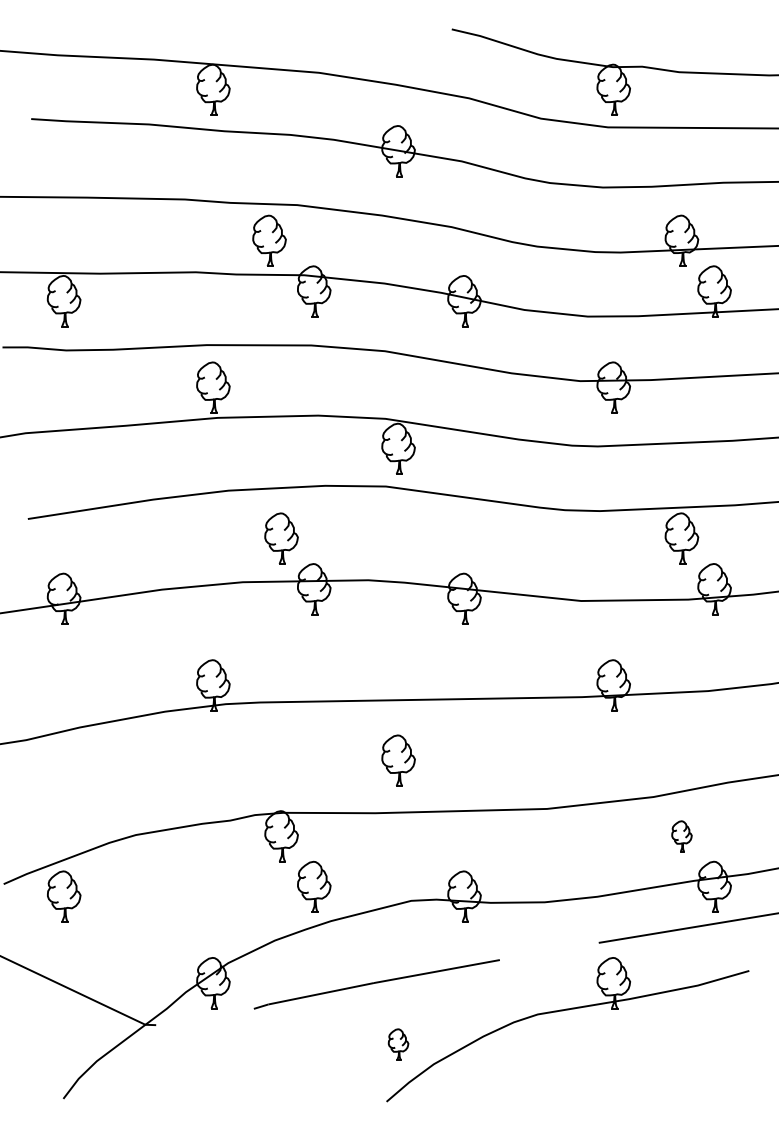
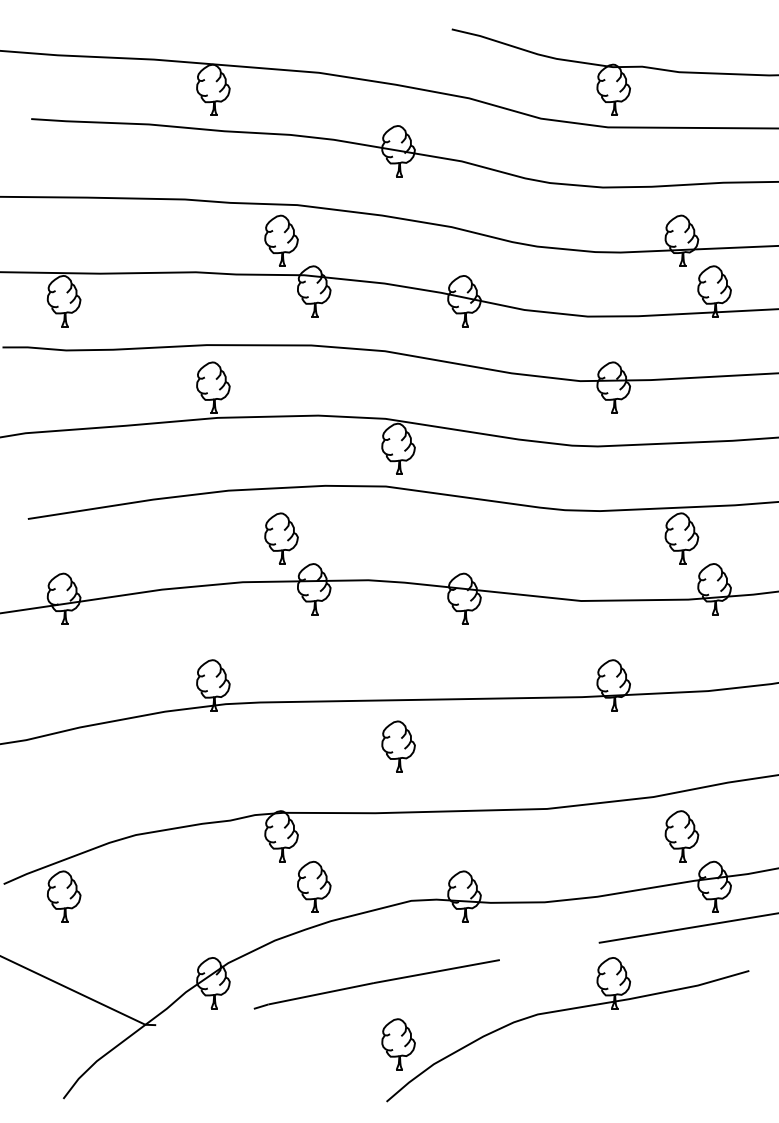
part at (269, 240) position: (269, 240) -> (281, 240)
part at (398, 760) position: (398, 760) -> (398, 746)
part at (681, 836) size: 22x33 px -> 36x53 px
part at (398, 1044) size: 23x33 px -> 35x53 px
